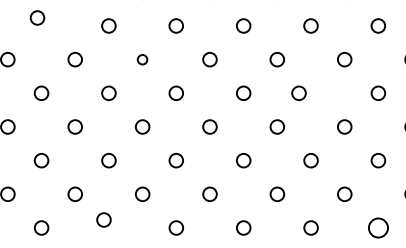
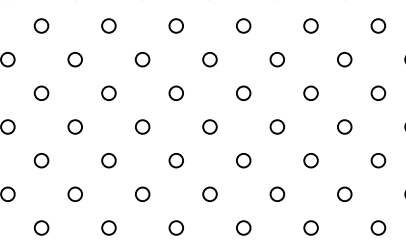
circle at (37, 17) position: (37, 17) -> (41, 25)
circle at (142, 59) size: 13x12 px -> 17x16 px
circle at (298, 92) position: (298, 92) -> (310, 92)
circle at (103, 219) position: (103, 219) -> (108, 227)
circle at (378, 227) size: 21x22 px -> 17x16 px
